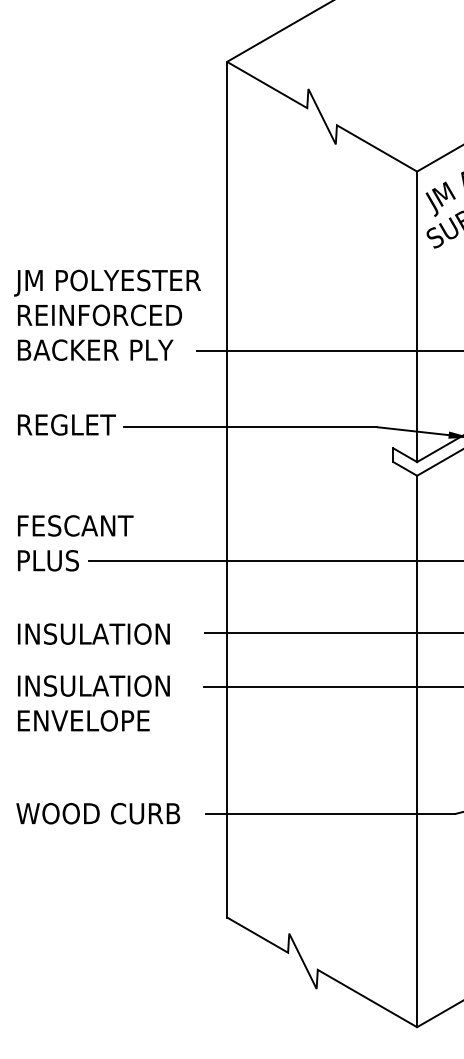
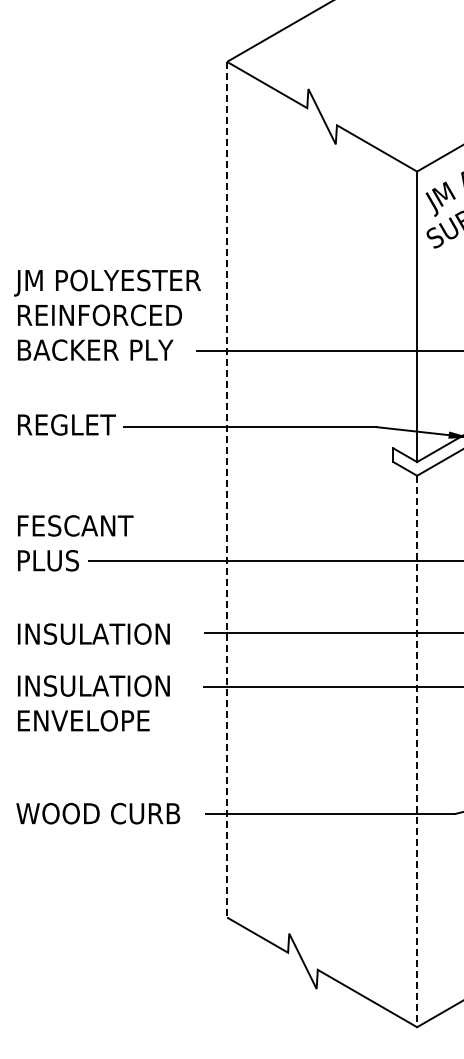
line at (227, 489): solid -> dashed
line at (417, 751): solid -> dashed
